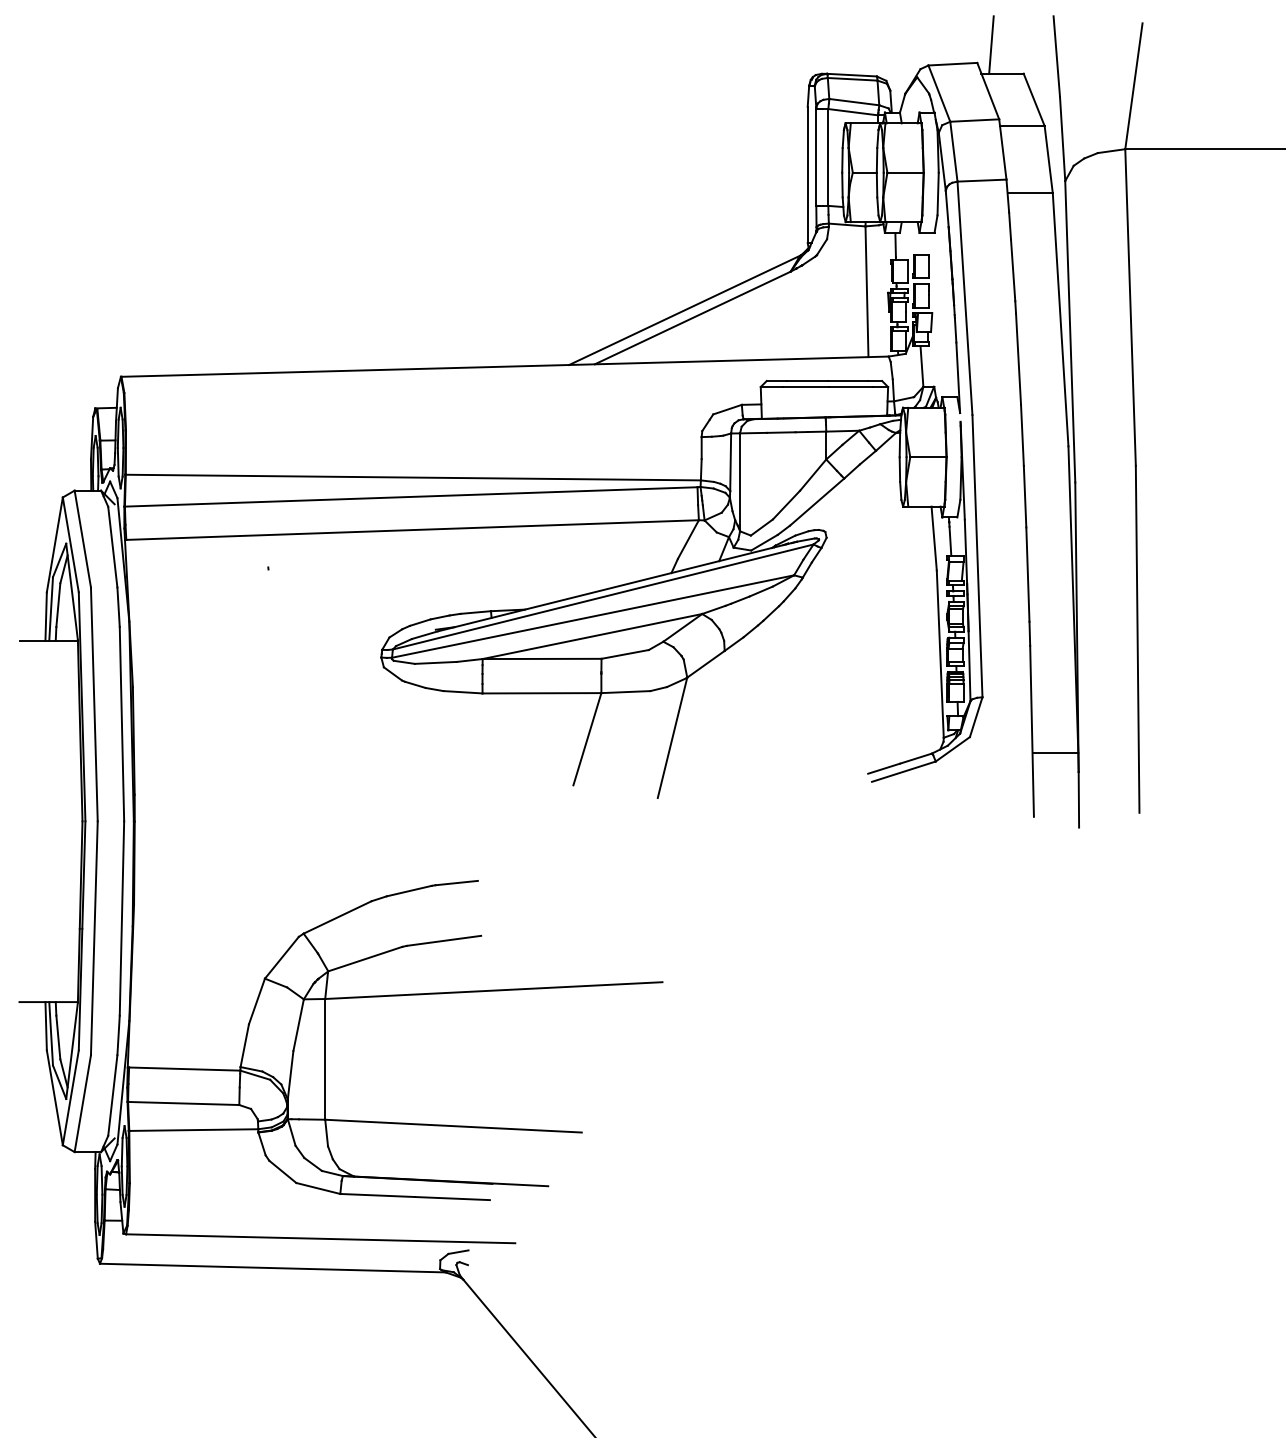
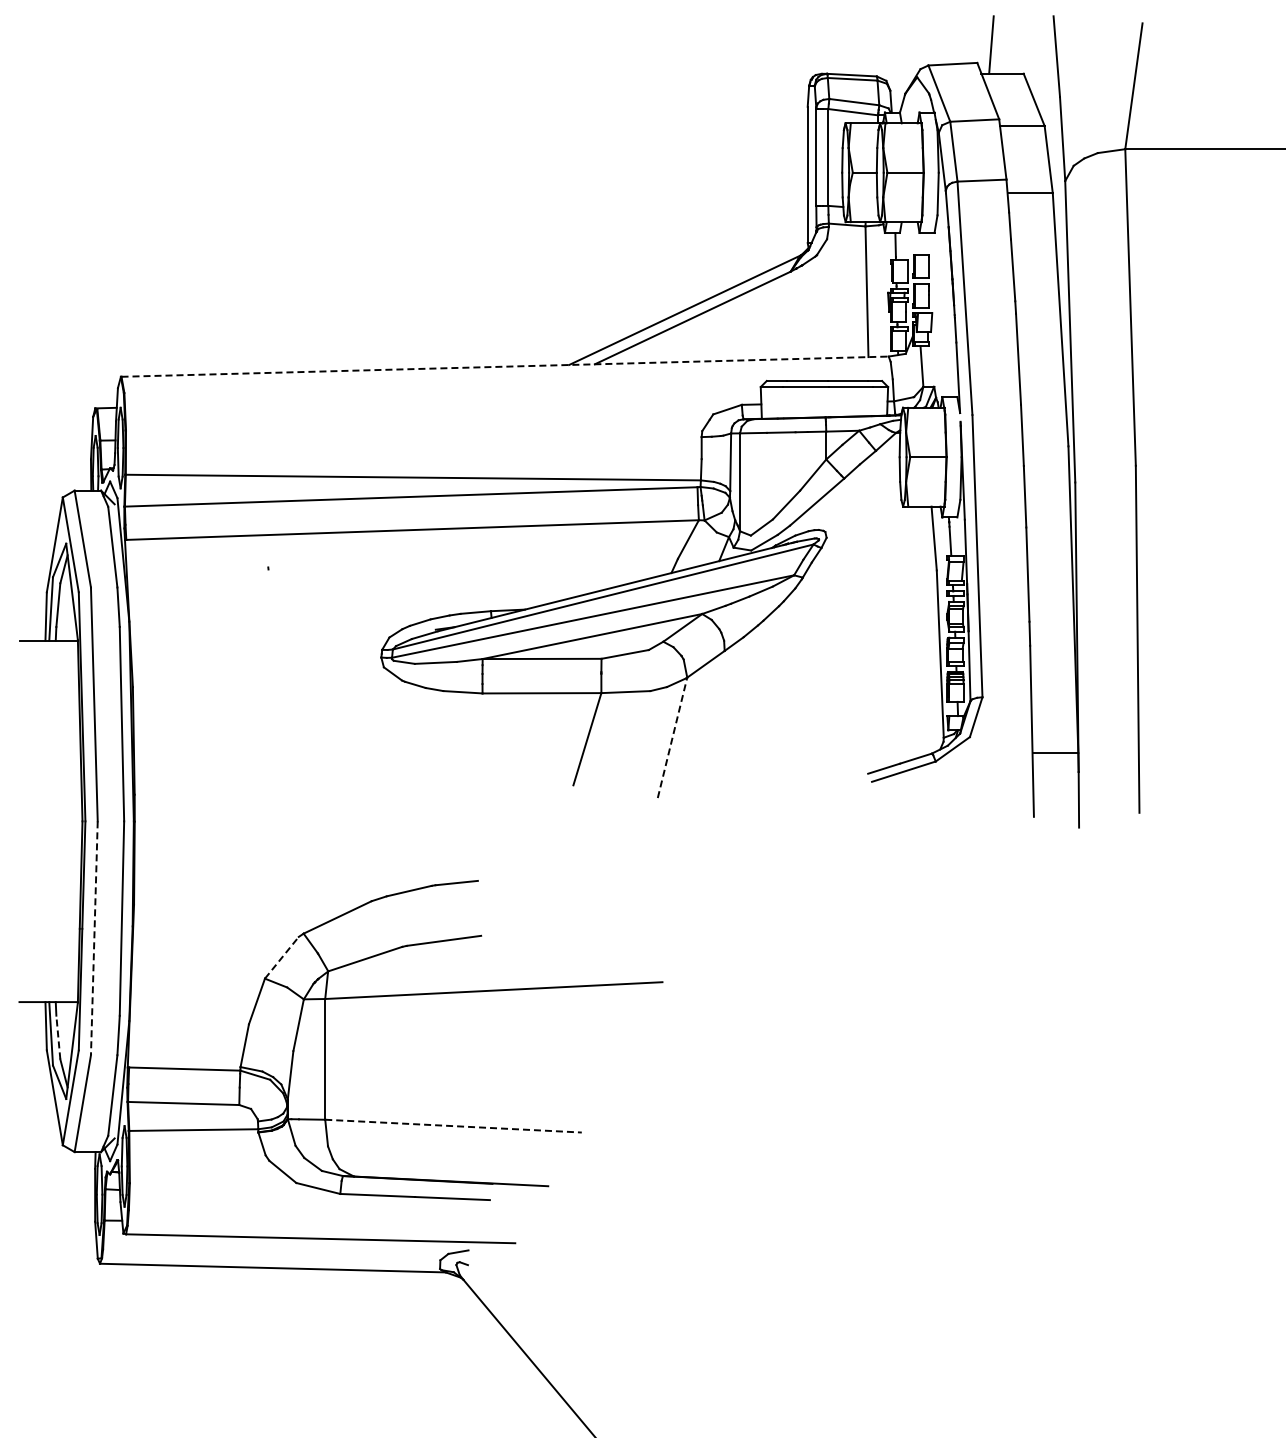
line at (505, 366): solid -> dashed
line at (672, 737): solid -> dashed
line at (94, 938): solid -> dashed
line at (281, 957): solid -> dashed
line at (58, 1037): solid -> dashed
line at (454, 1126): solid -> dashed
